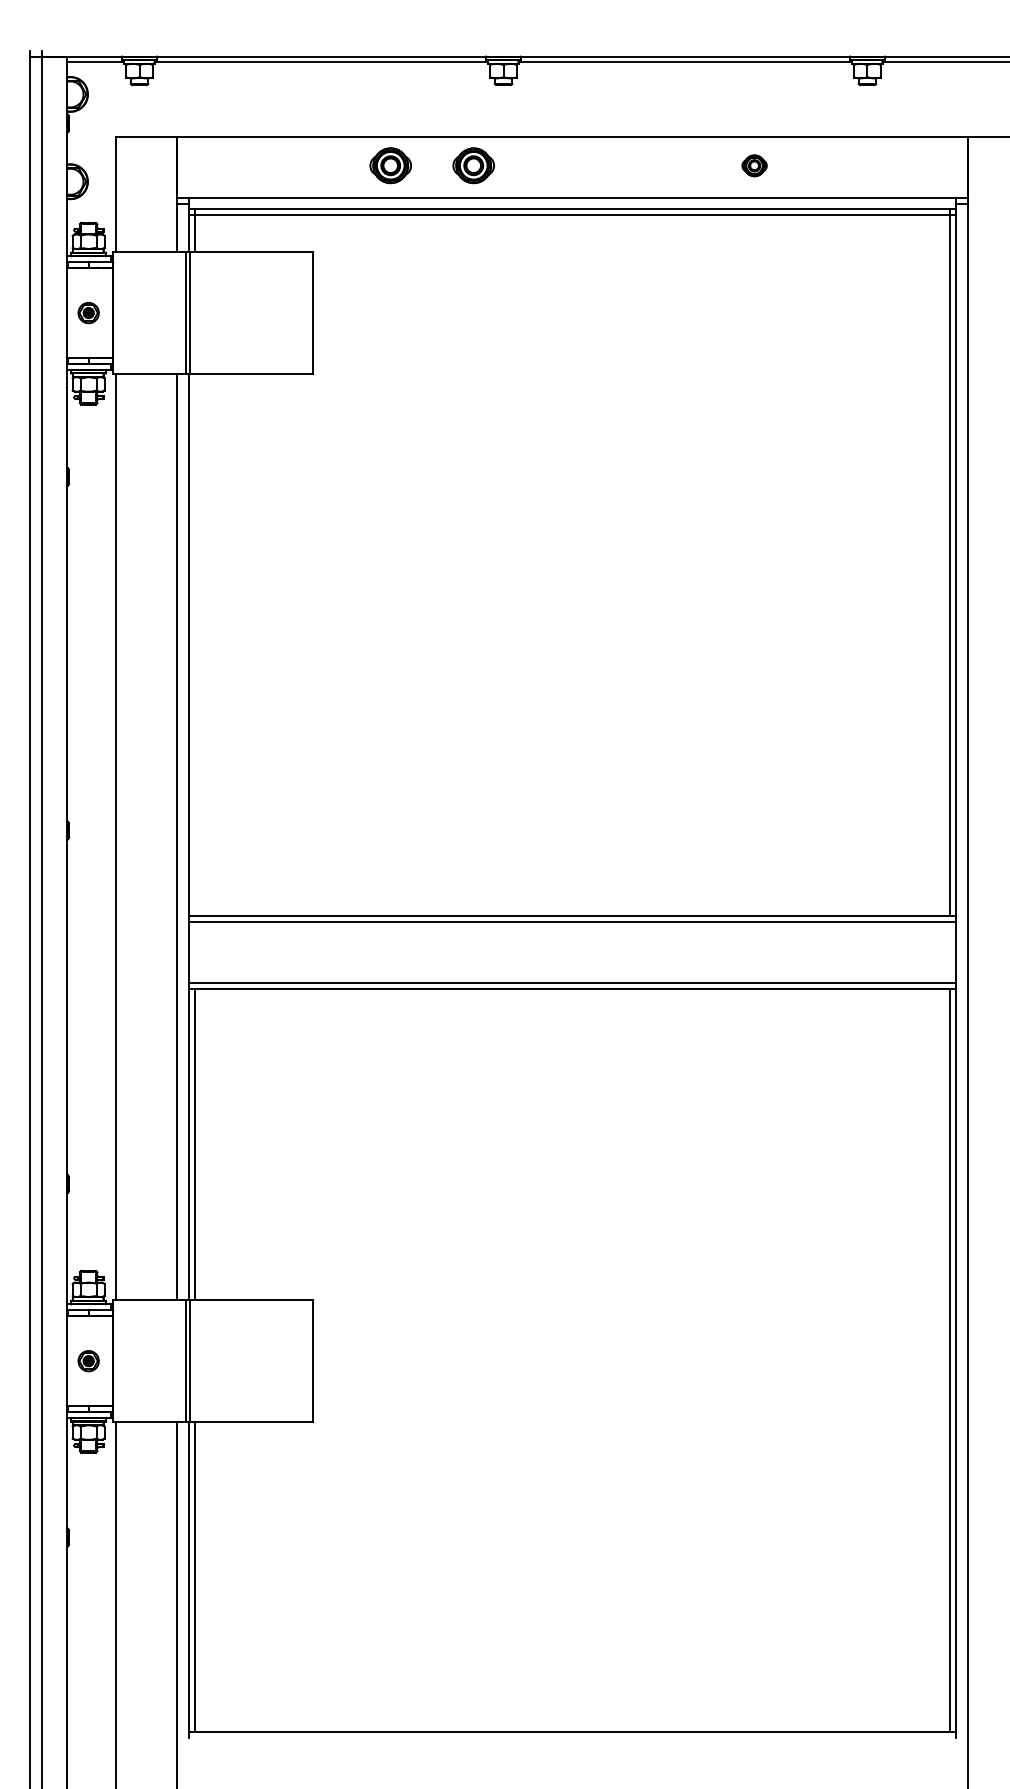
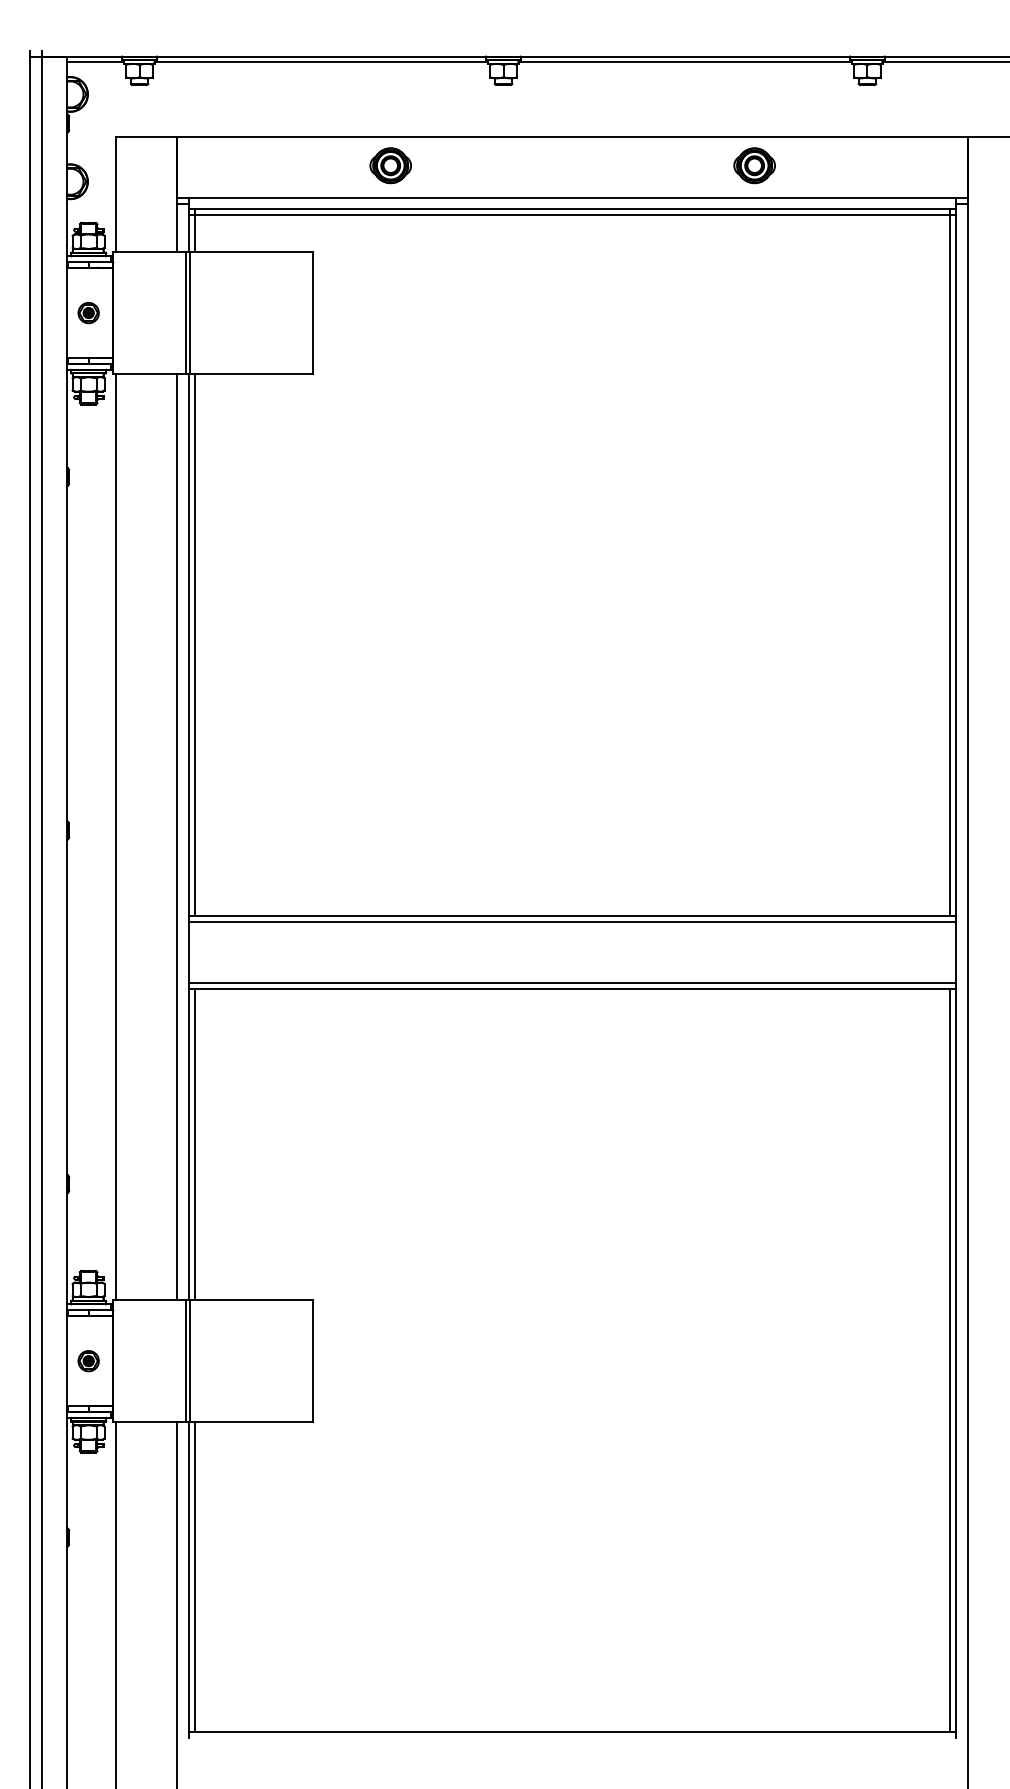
part at (473, 165): present -> none
part at (754, 165) size: 27x24 px -> 43x38 px
line at (194, 645): none -> present
